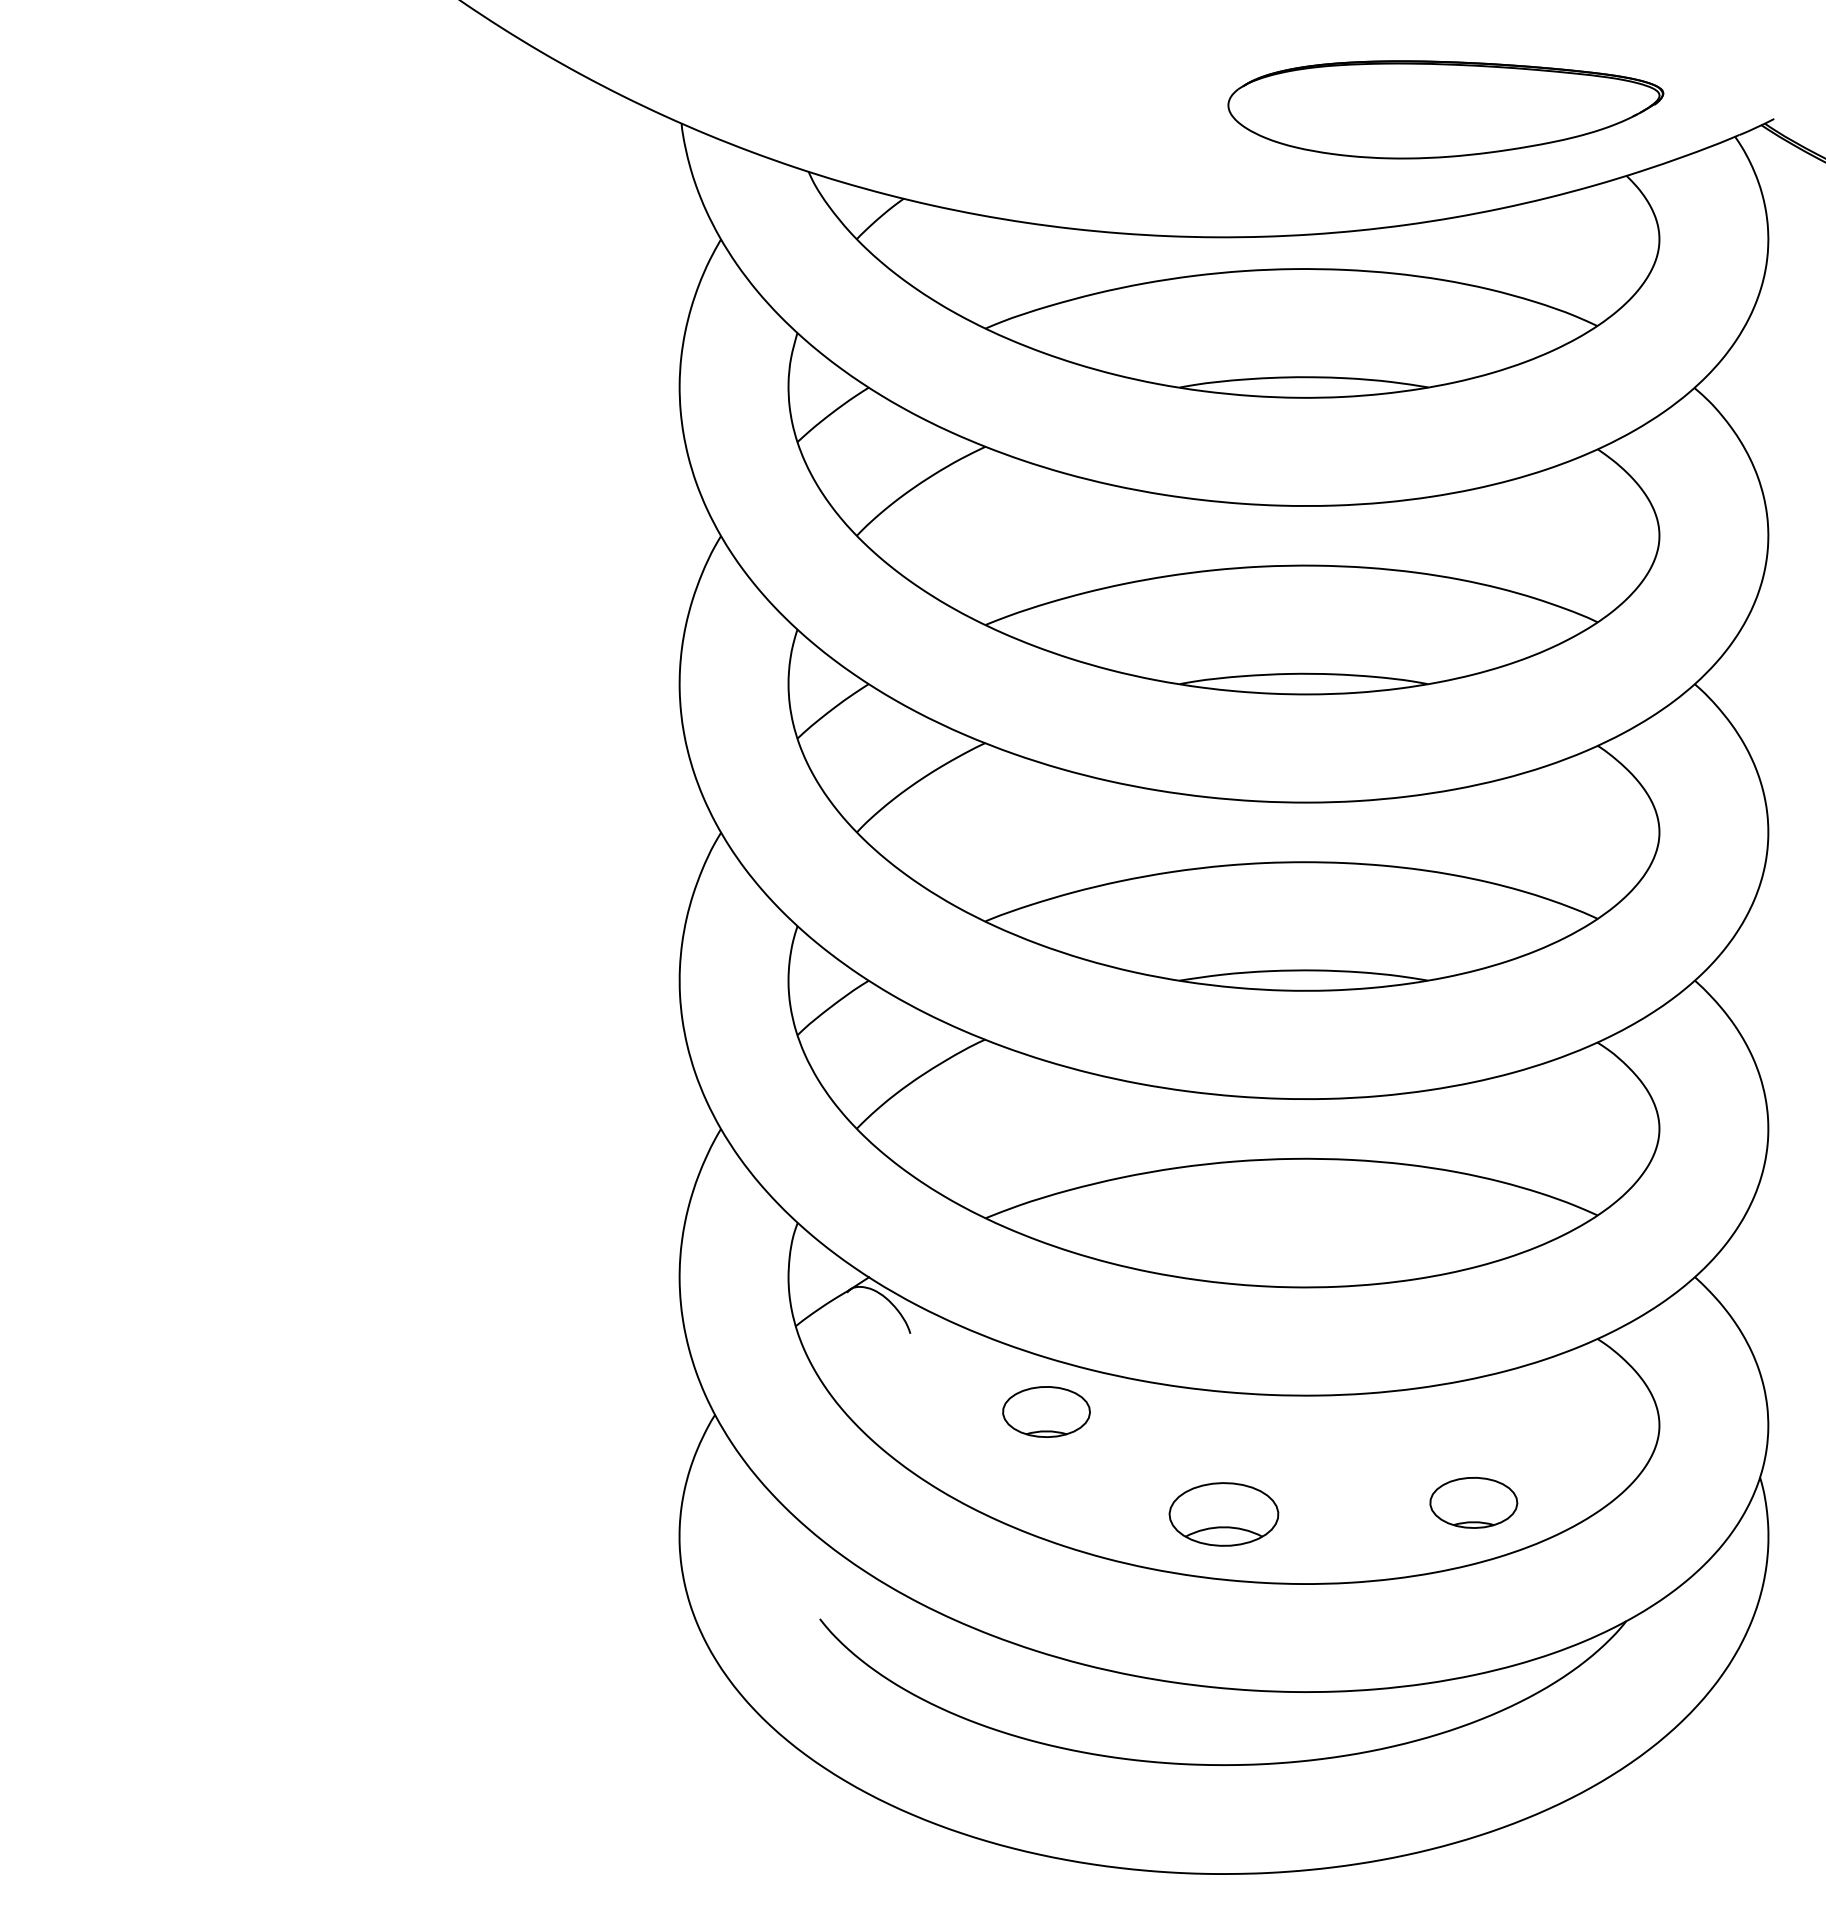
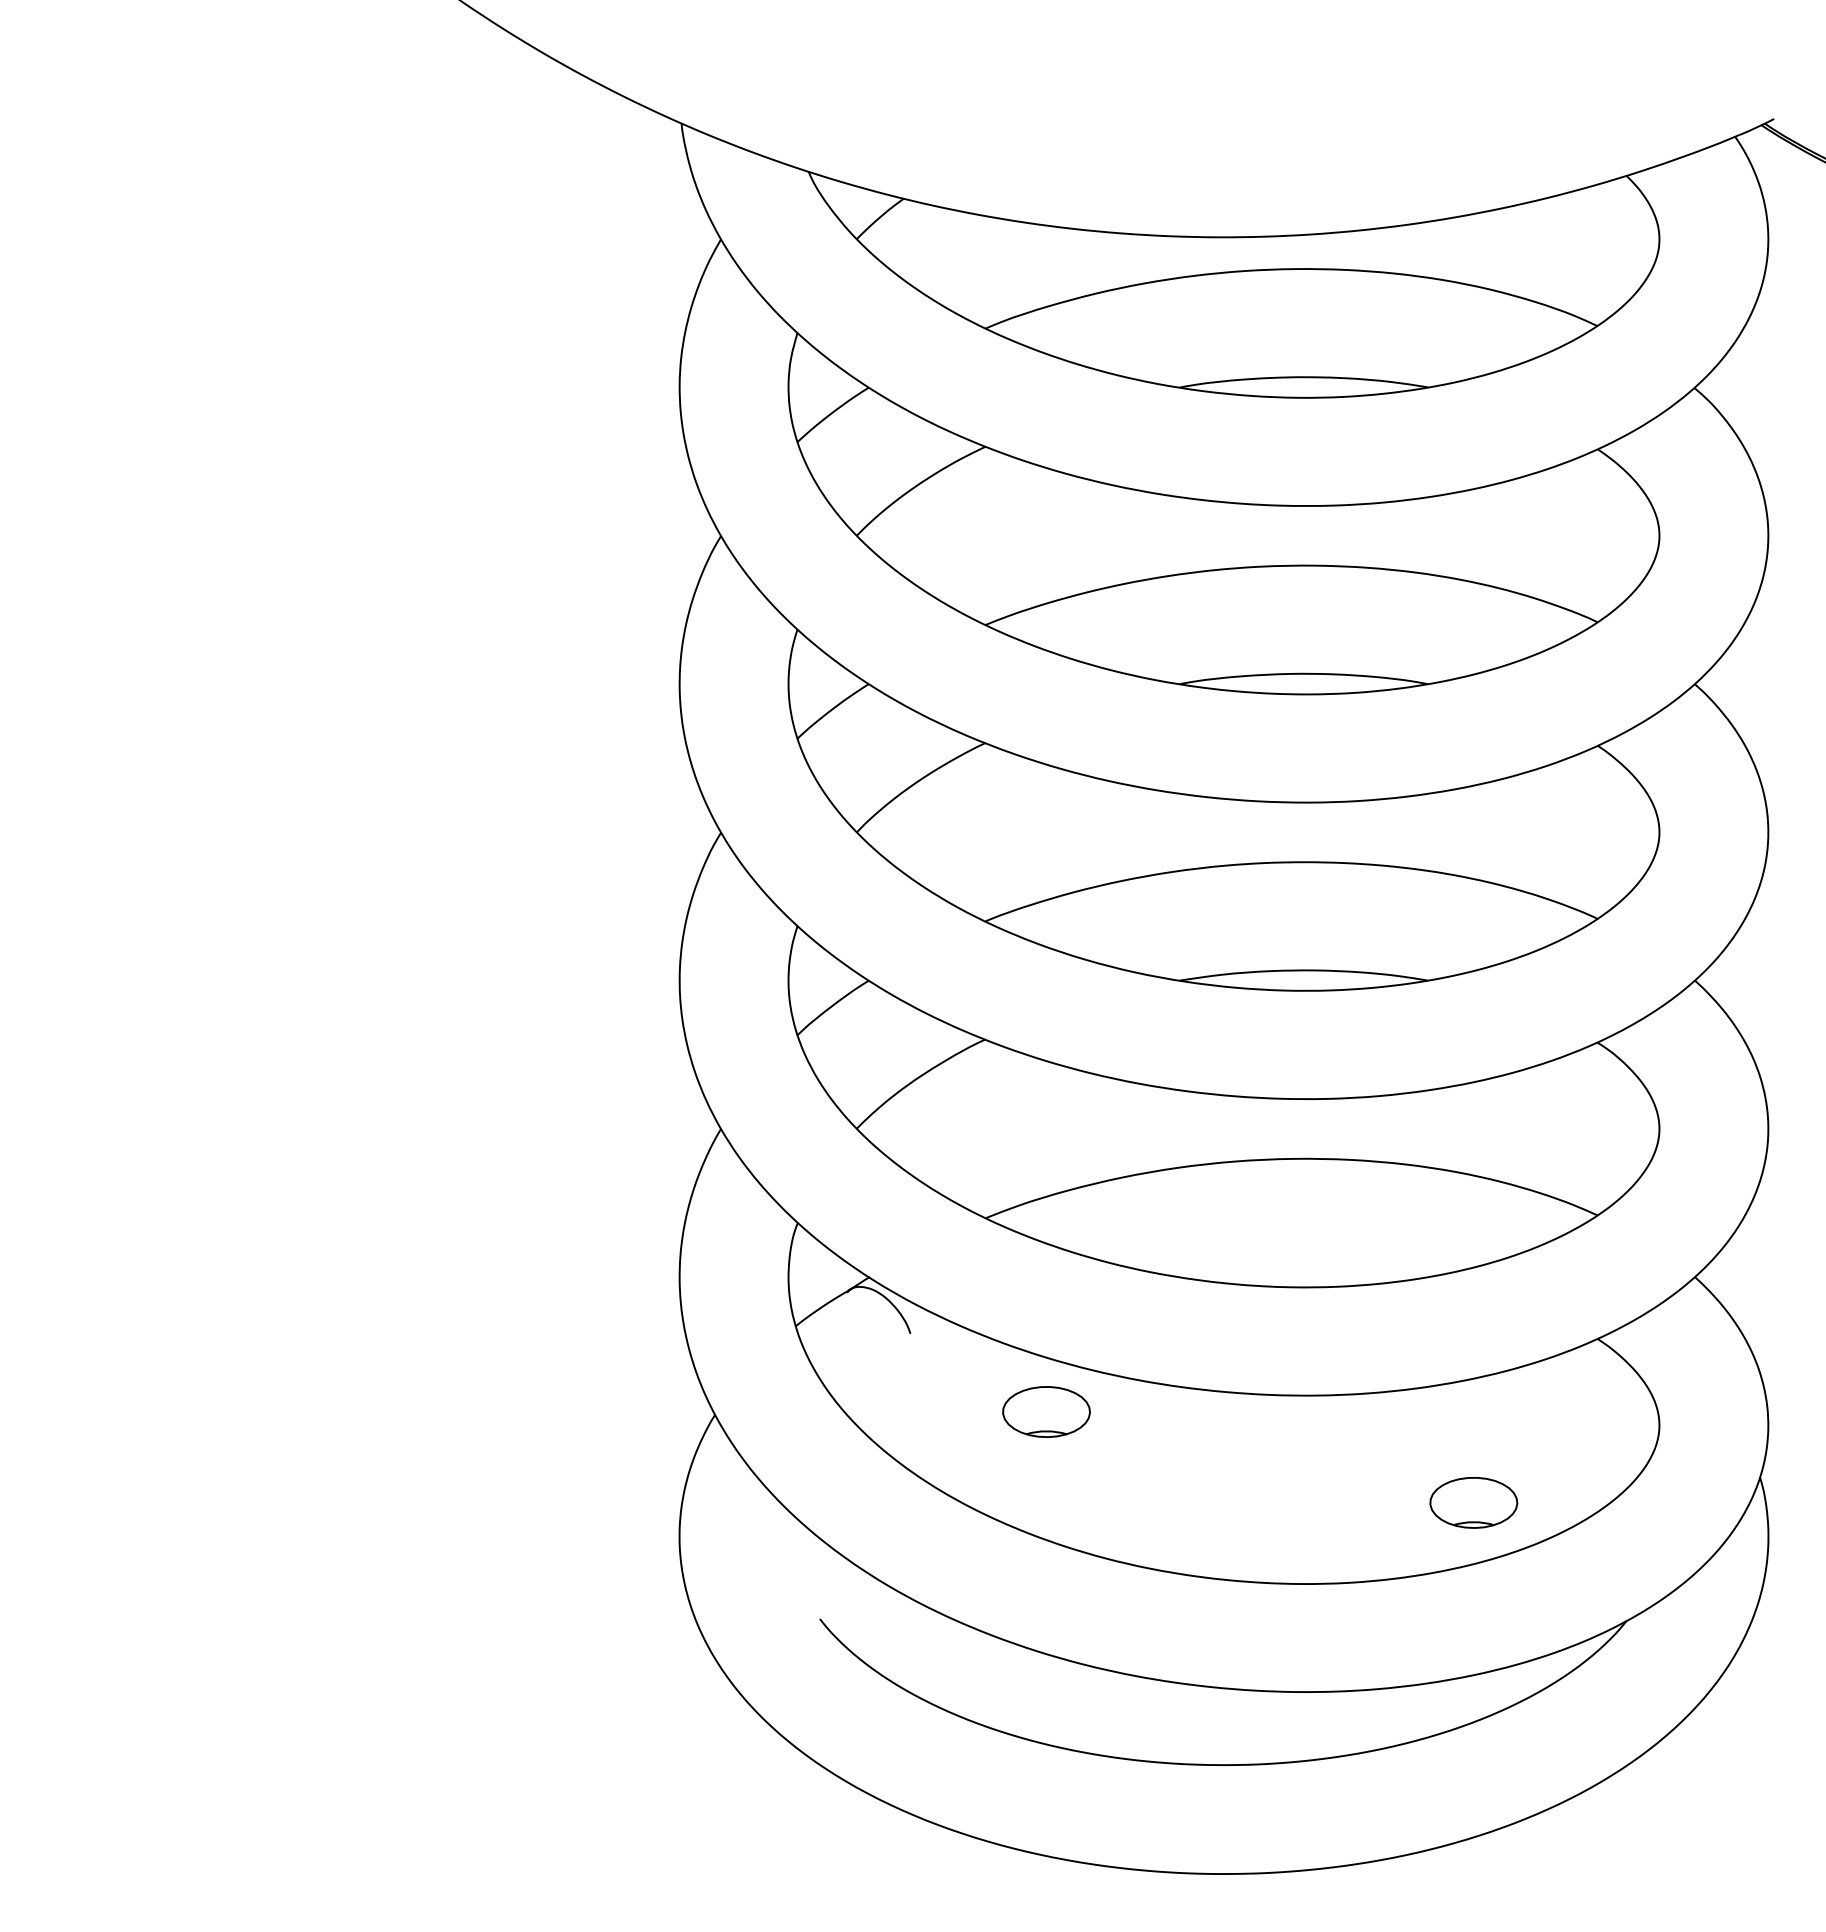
part at (1445, 109): present -> none
part at (1223, 1514): present -> none
